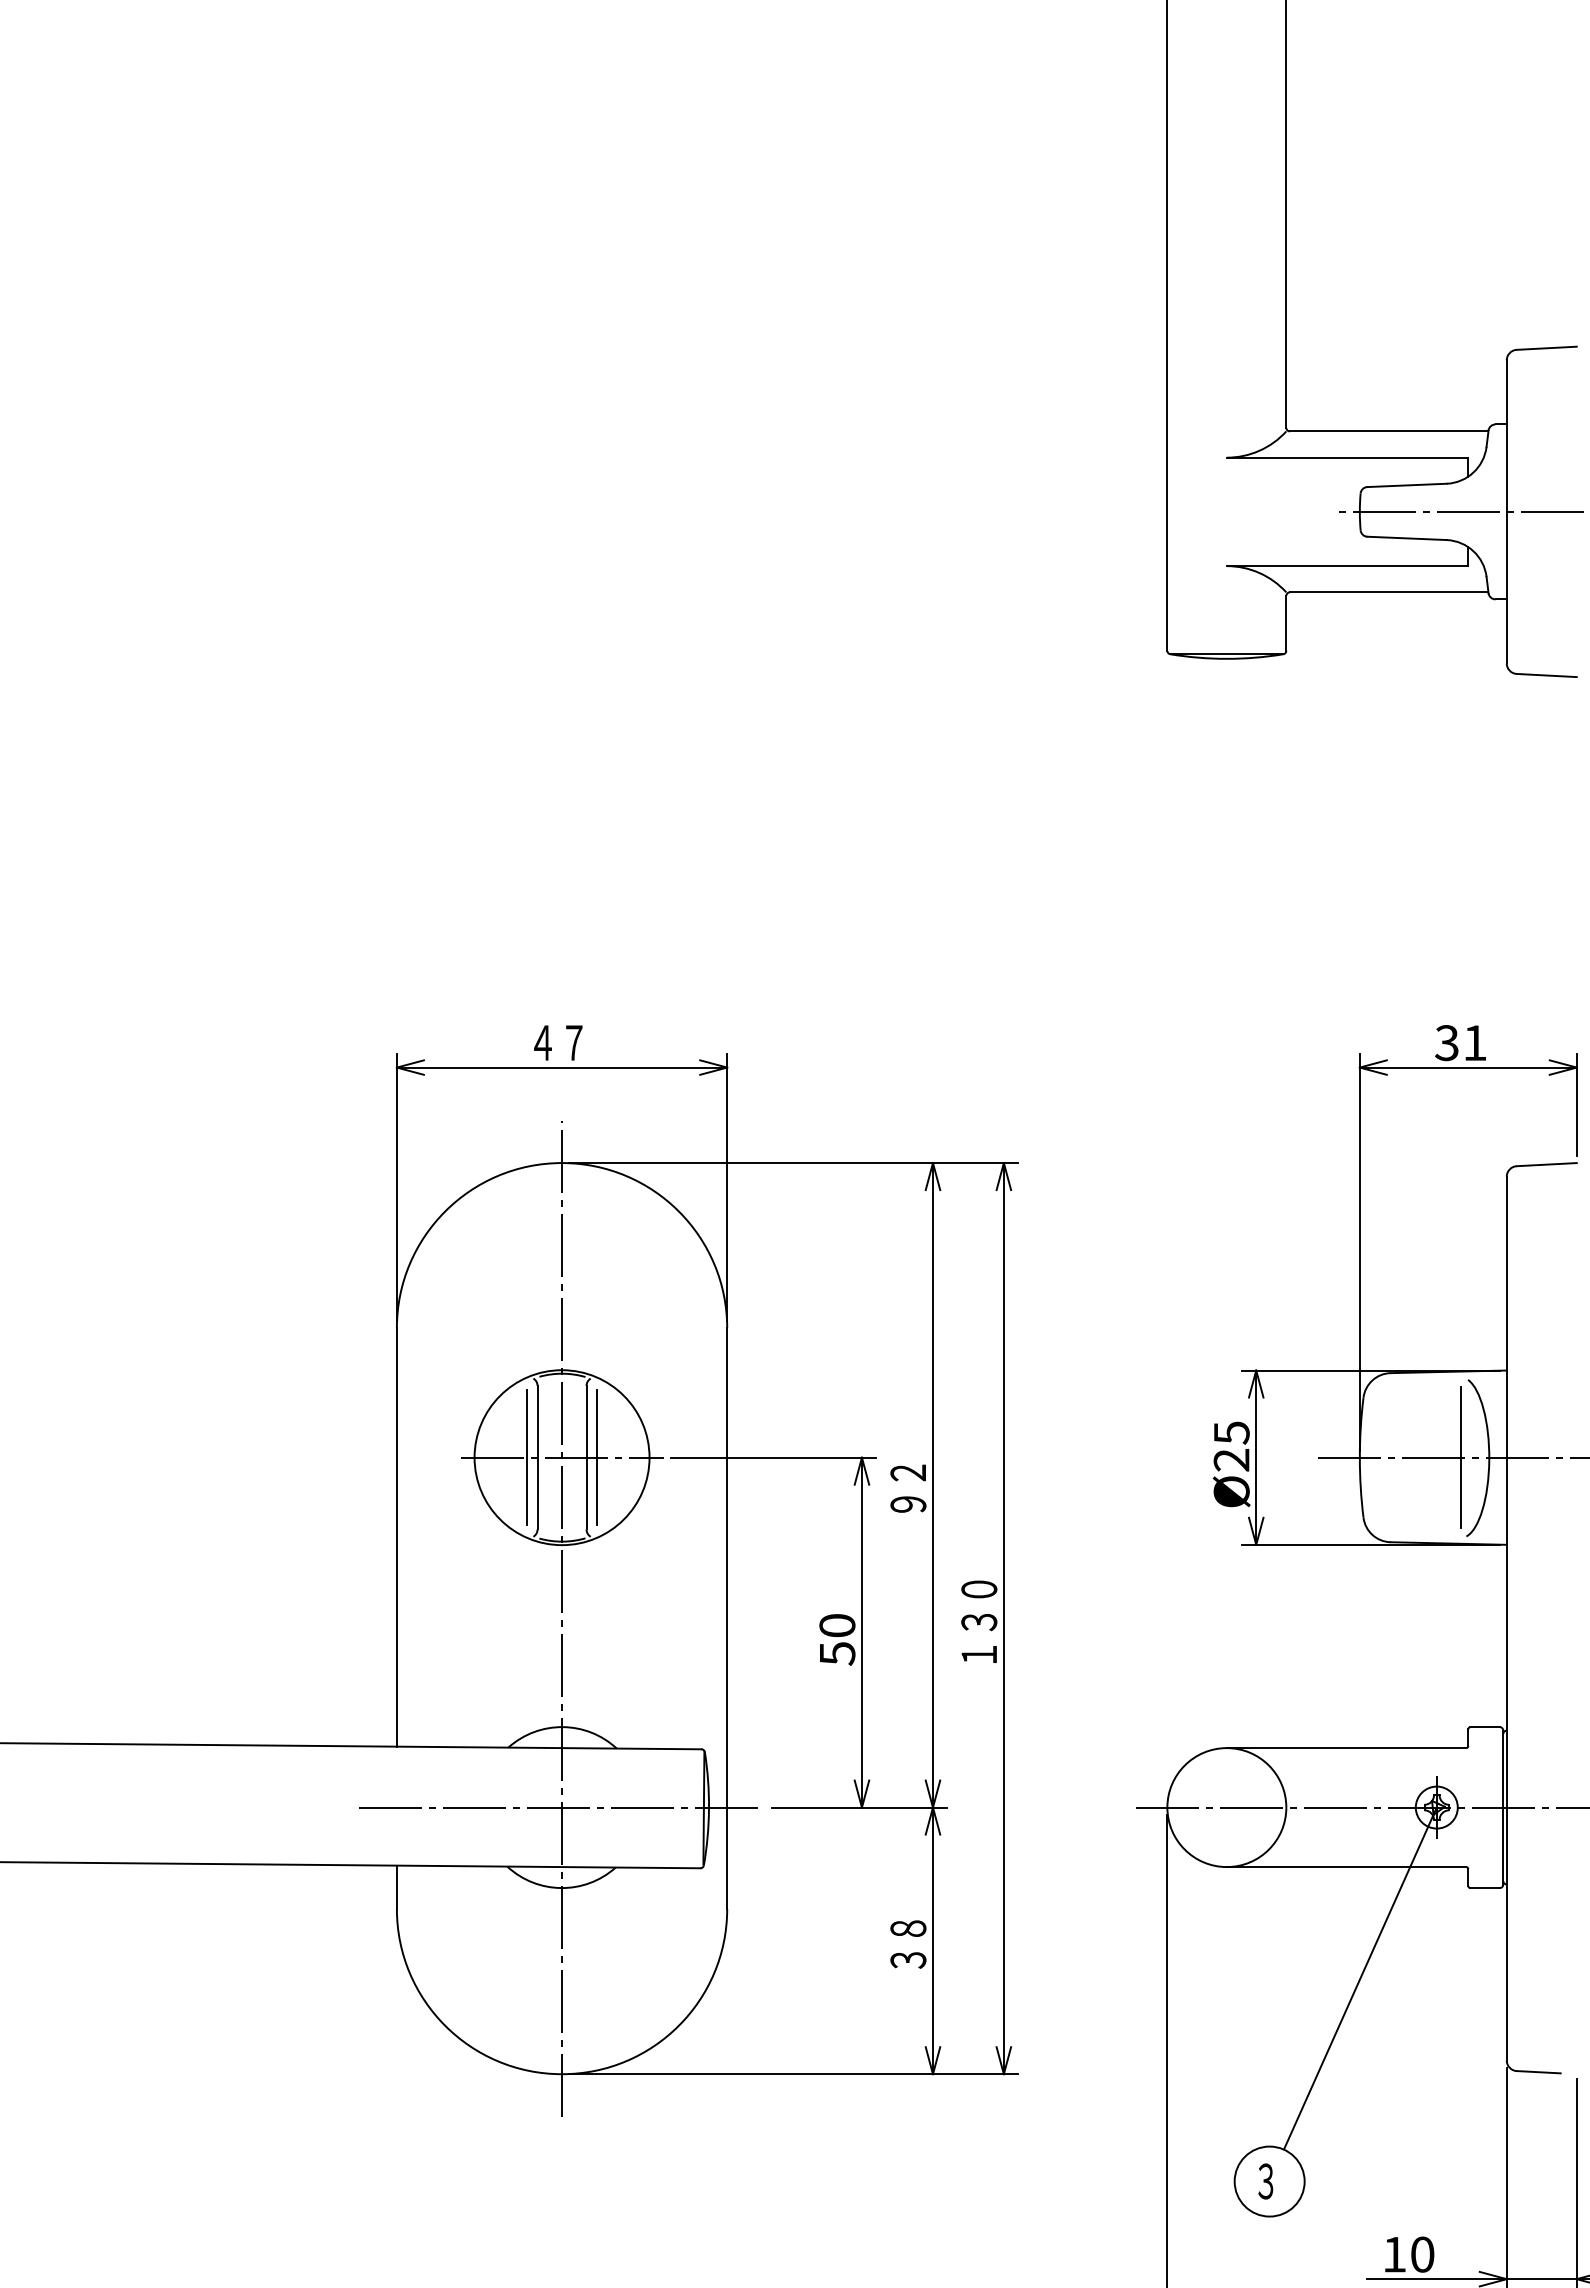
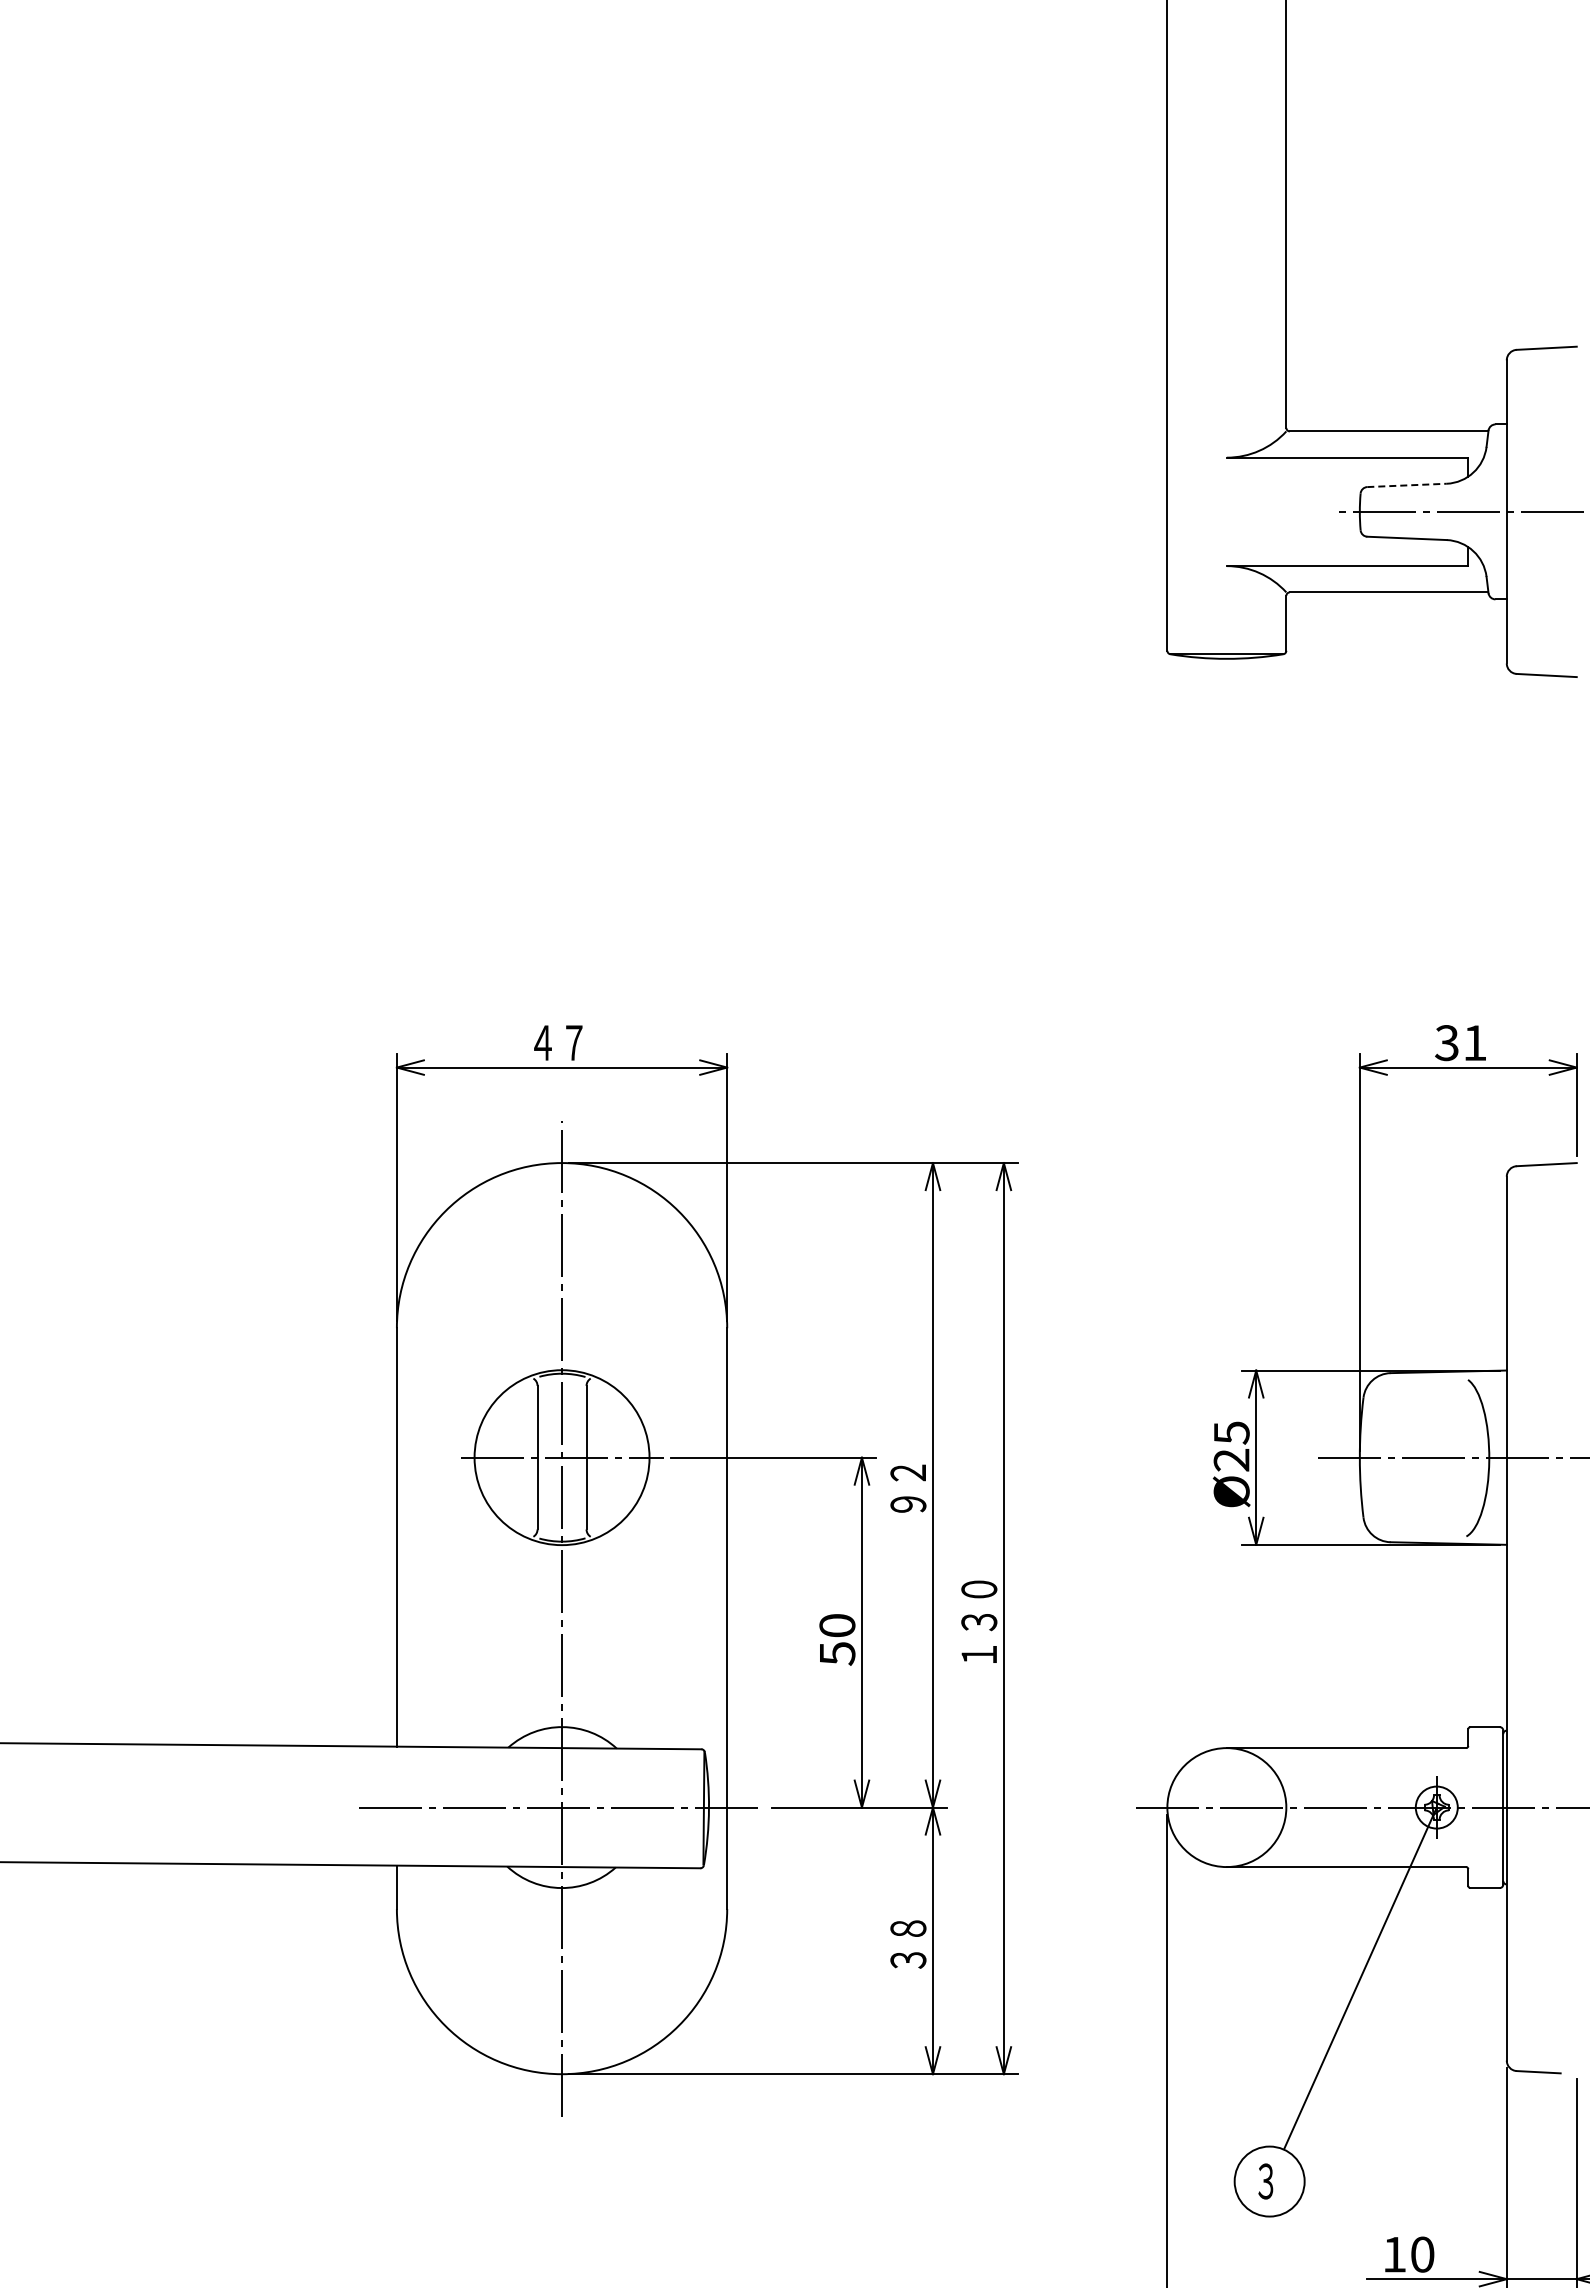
line at (1407, 485): solid -> dashed
line at (527, 1456): present -> none
line at (597, 1456): present -> none
line at (1461, 1457): present -> none
